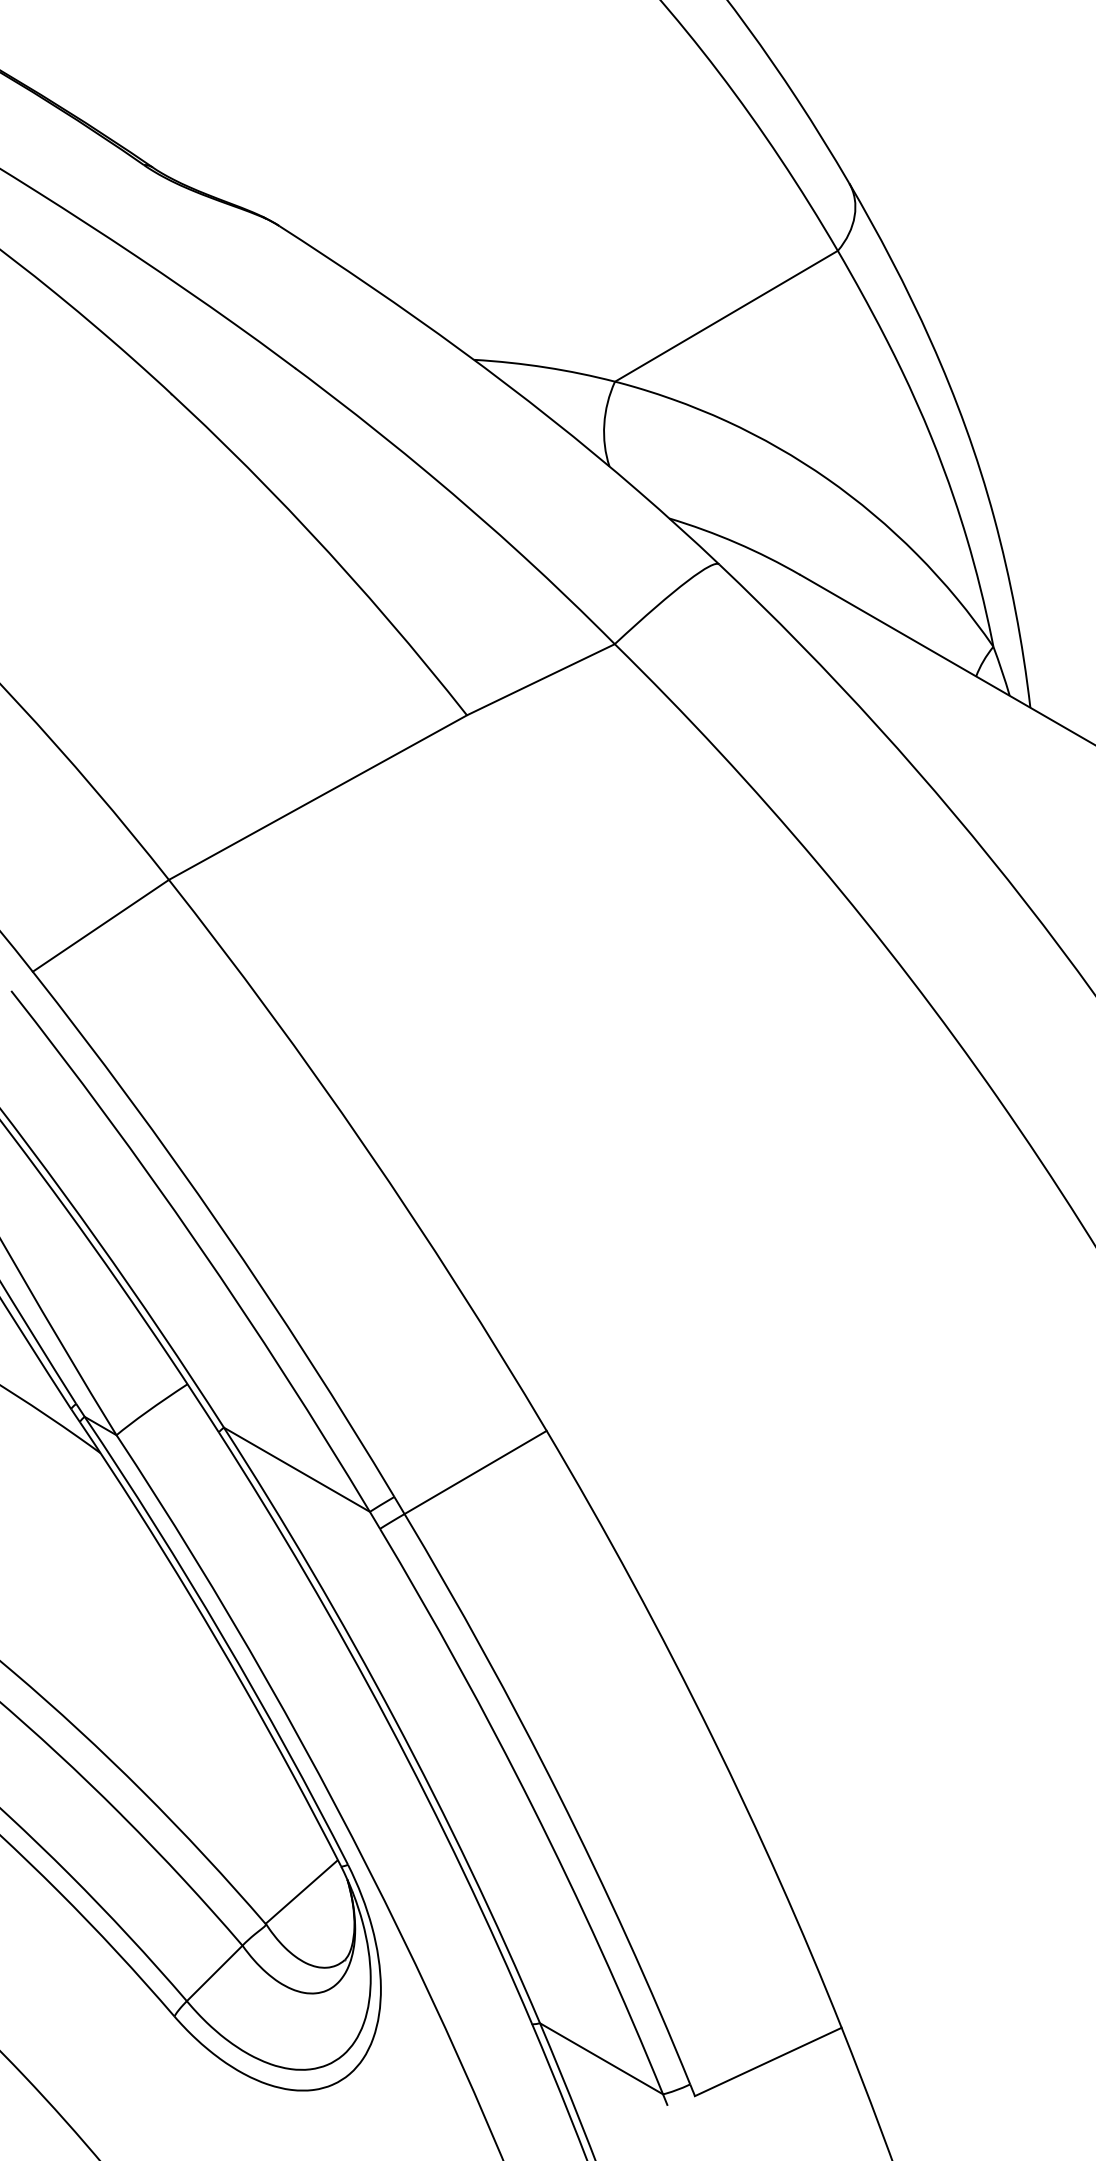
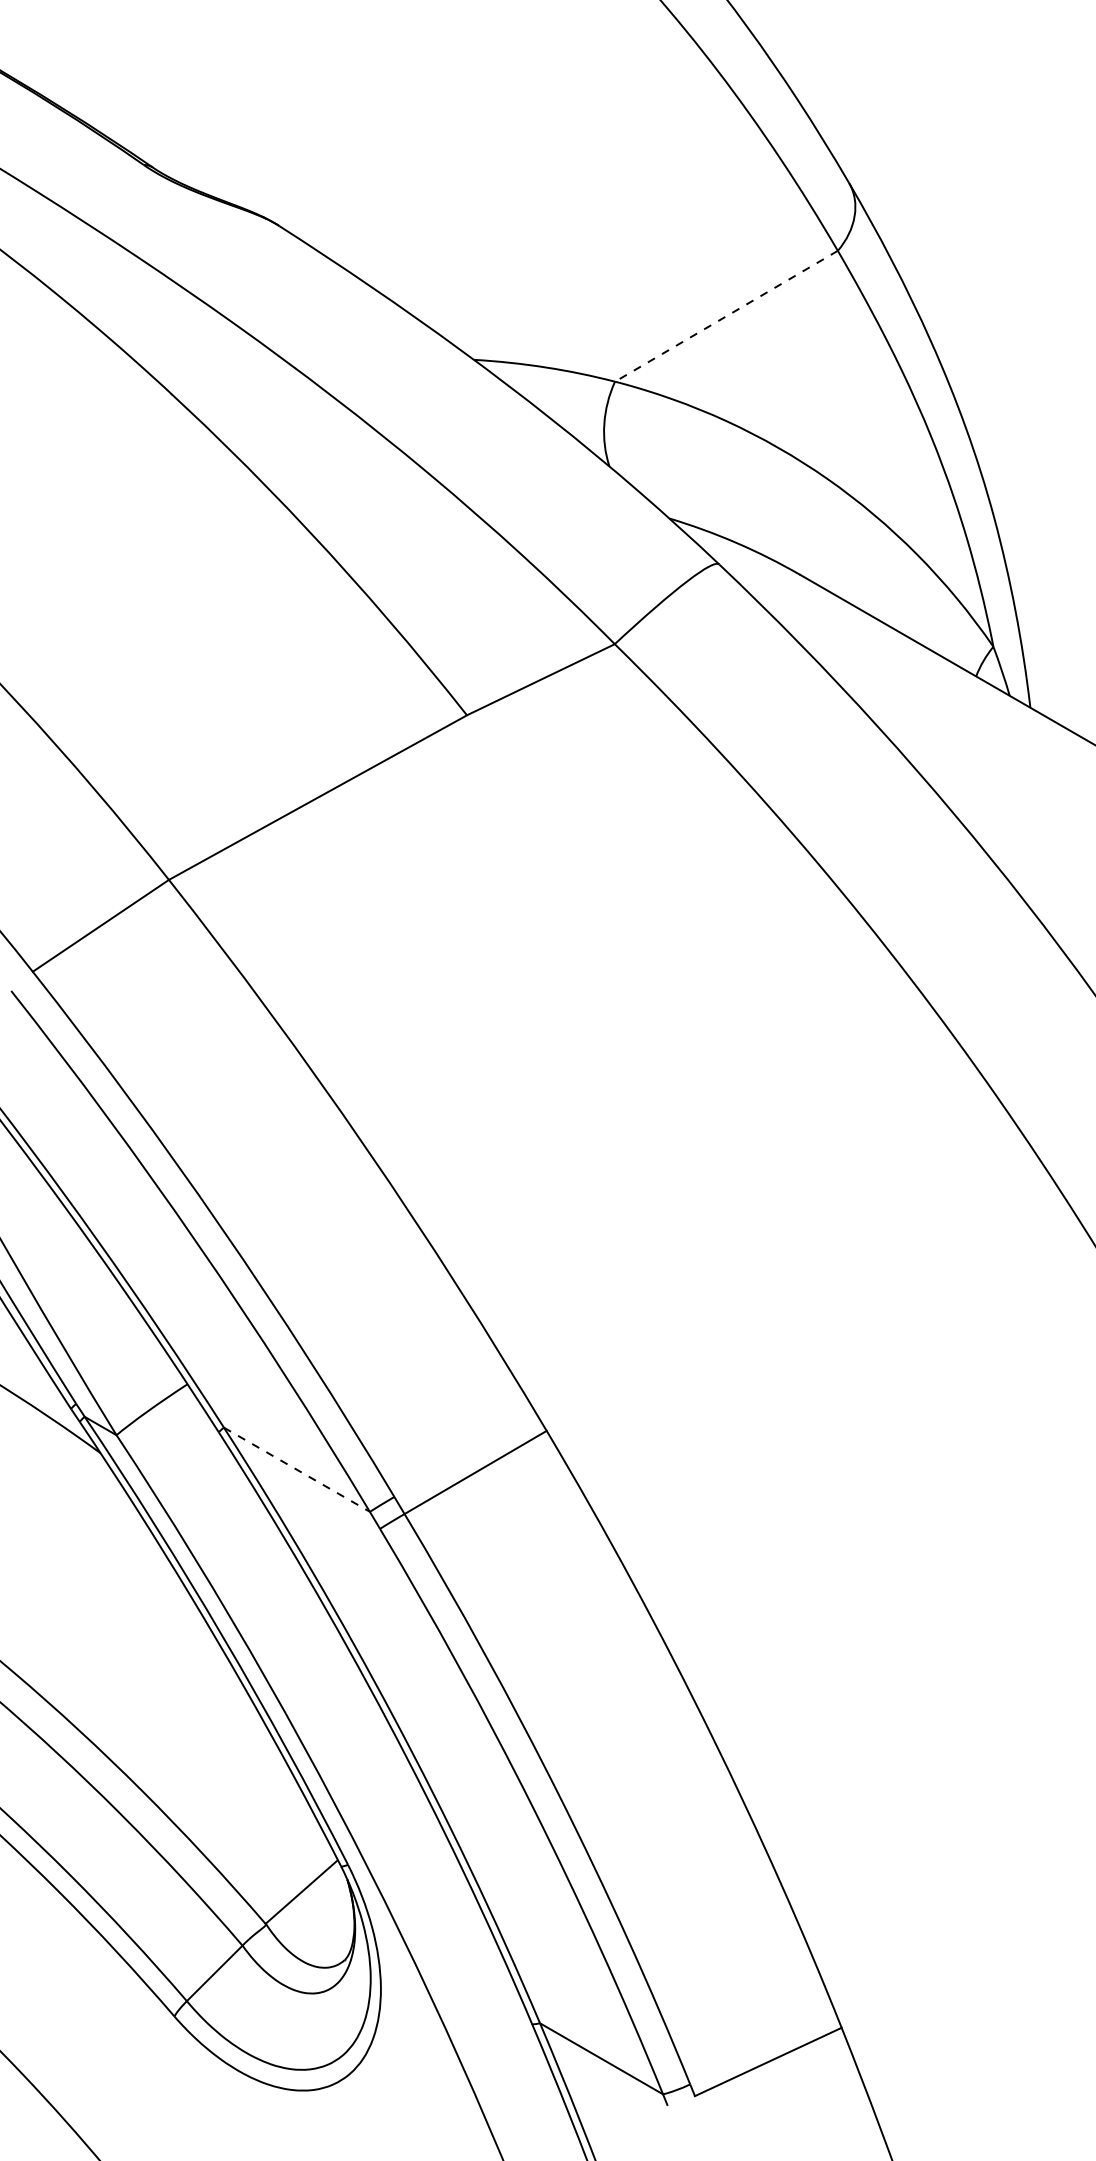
line at (726, 316): solid -> dashed
line at (297, 1470): solid -> dashed
